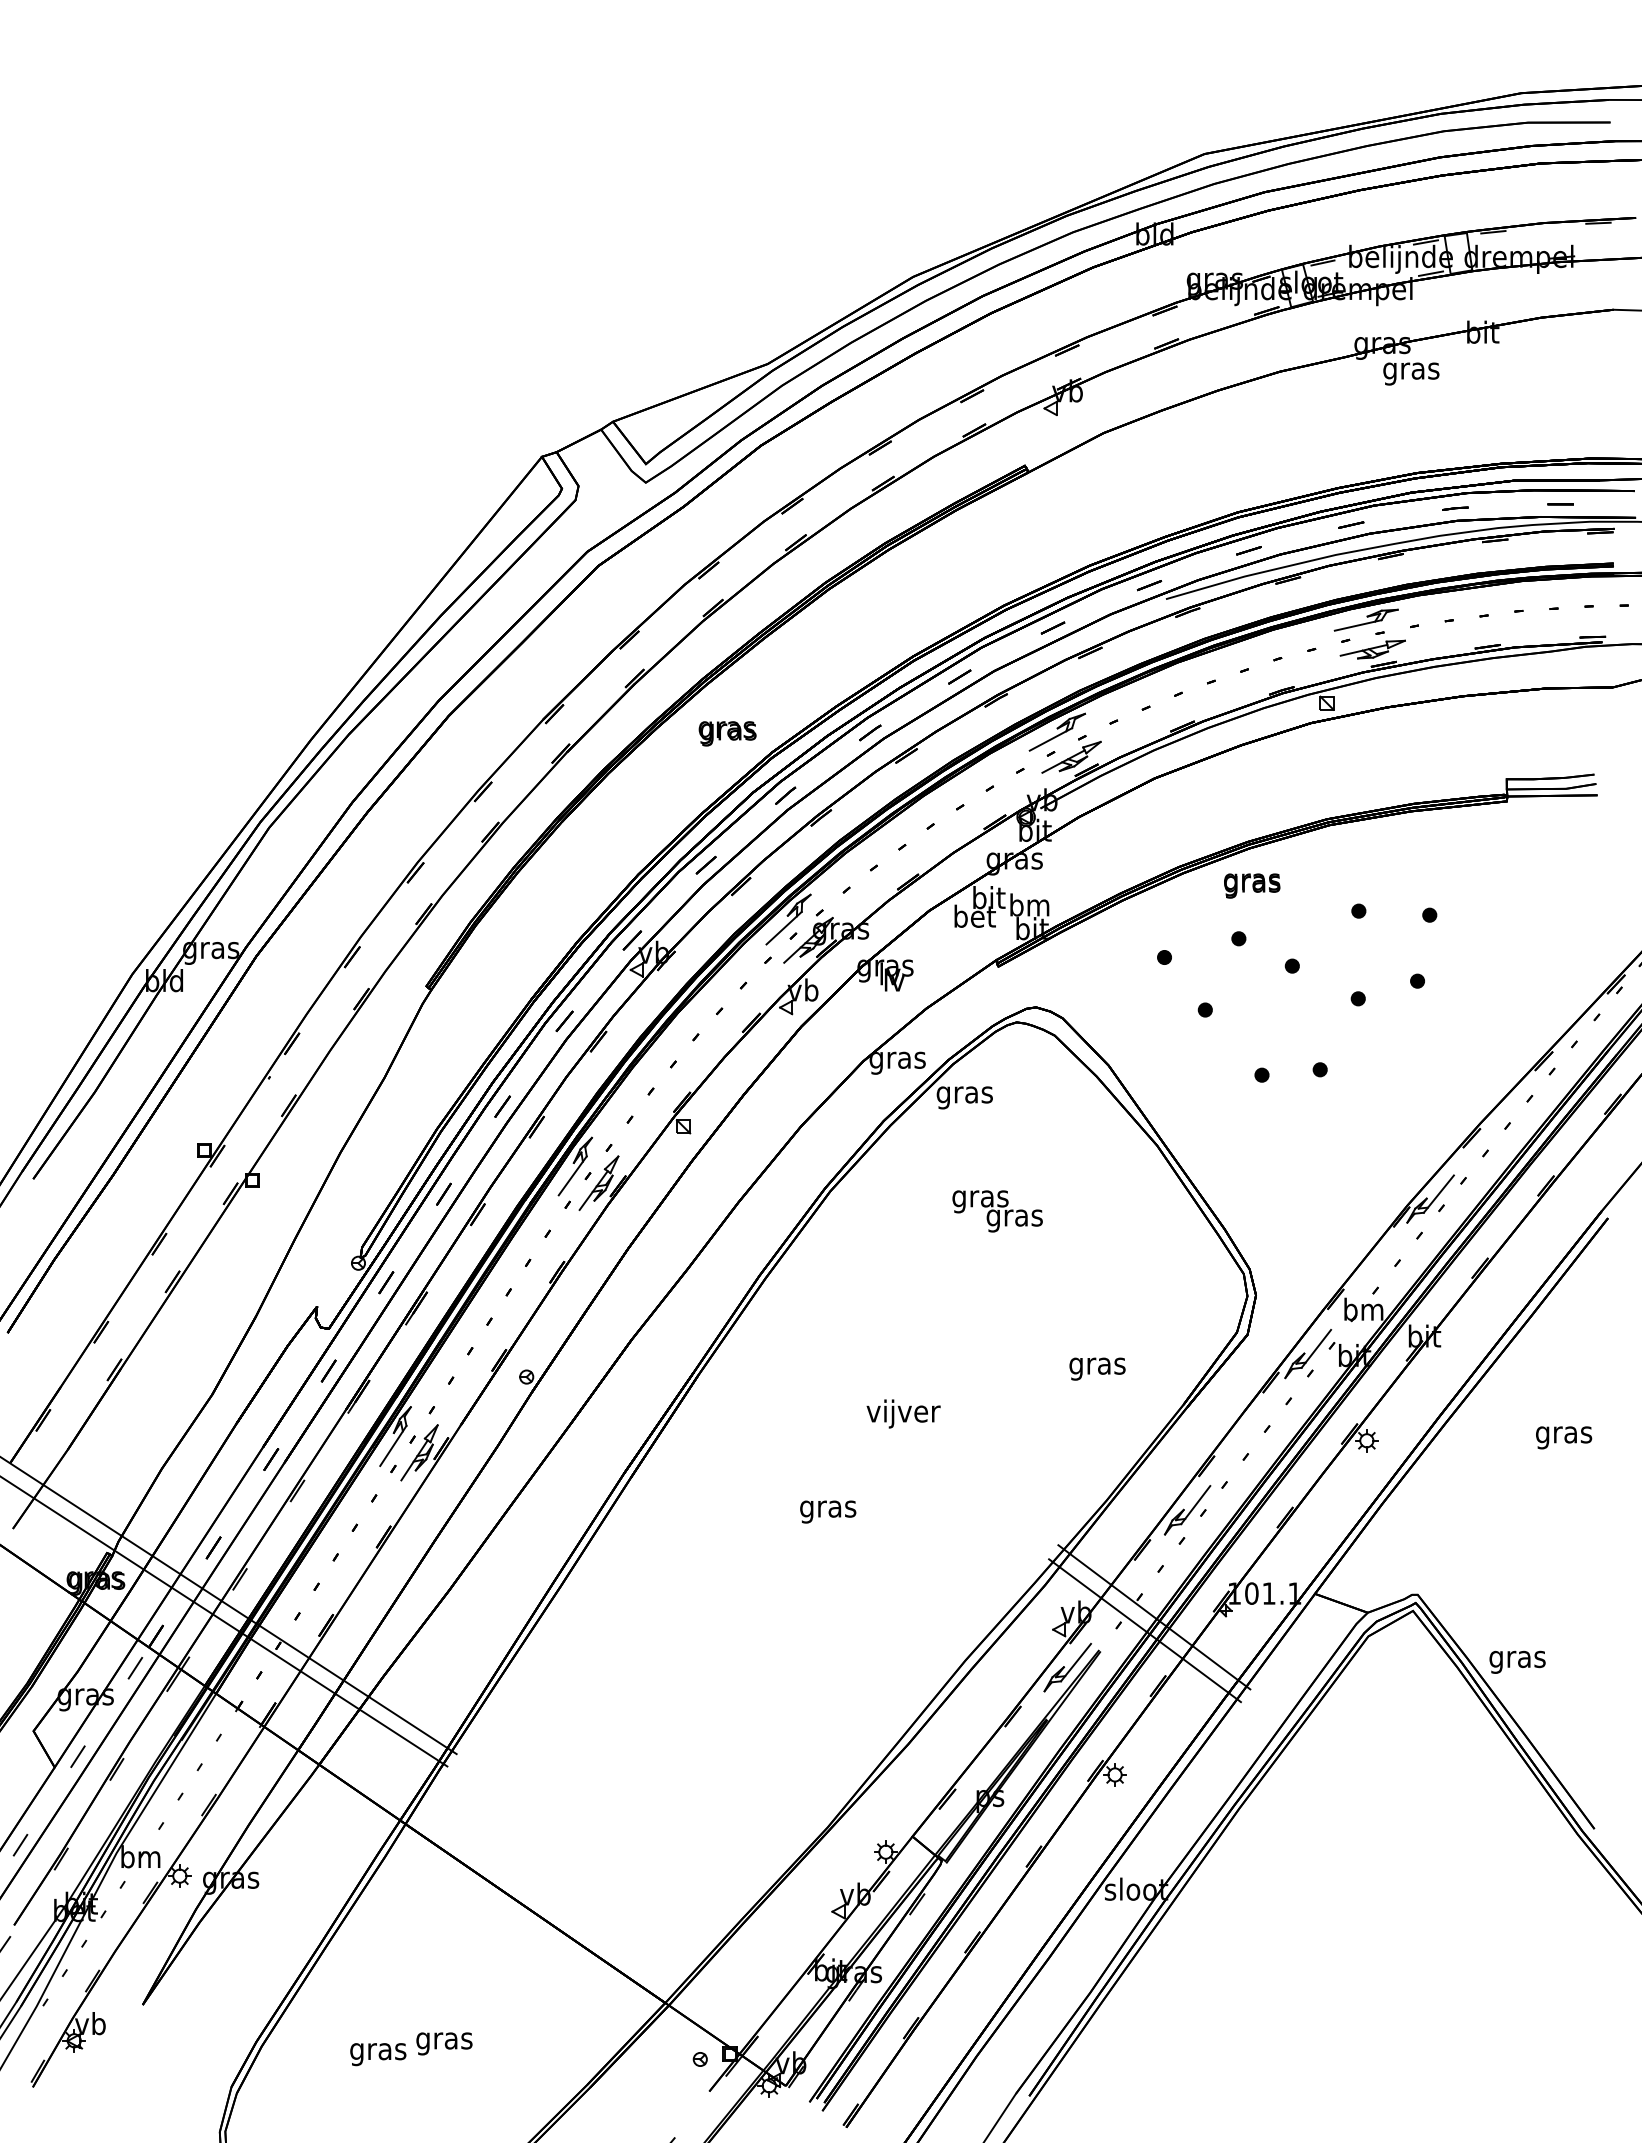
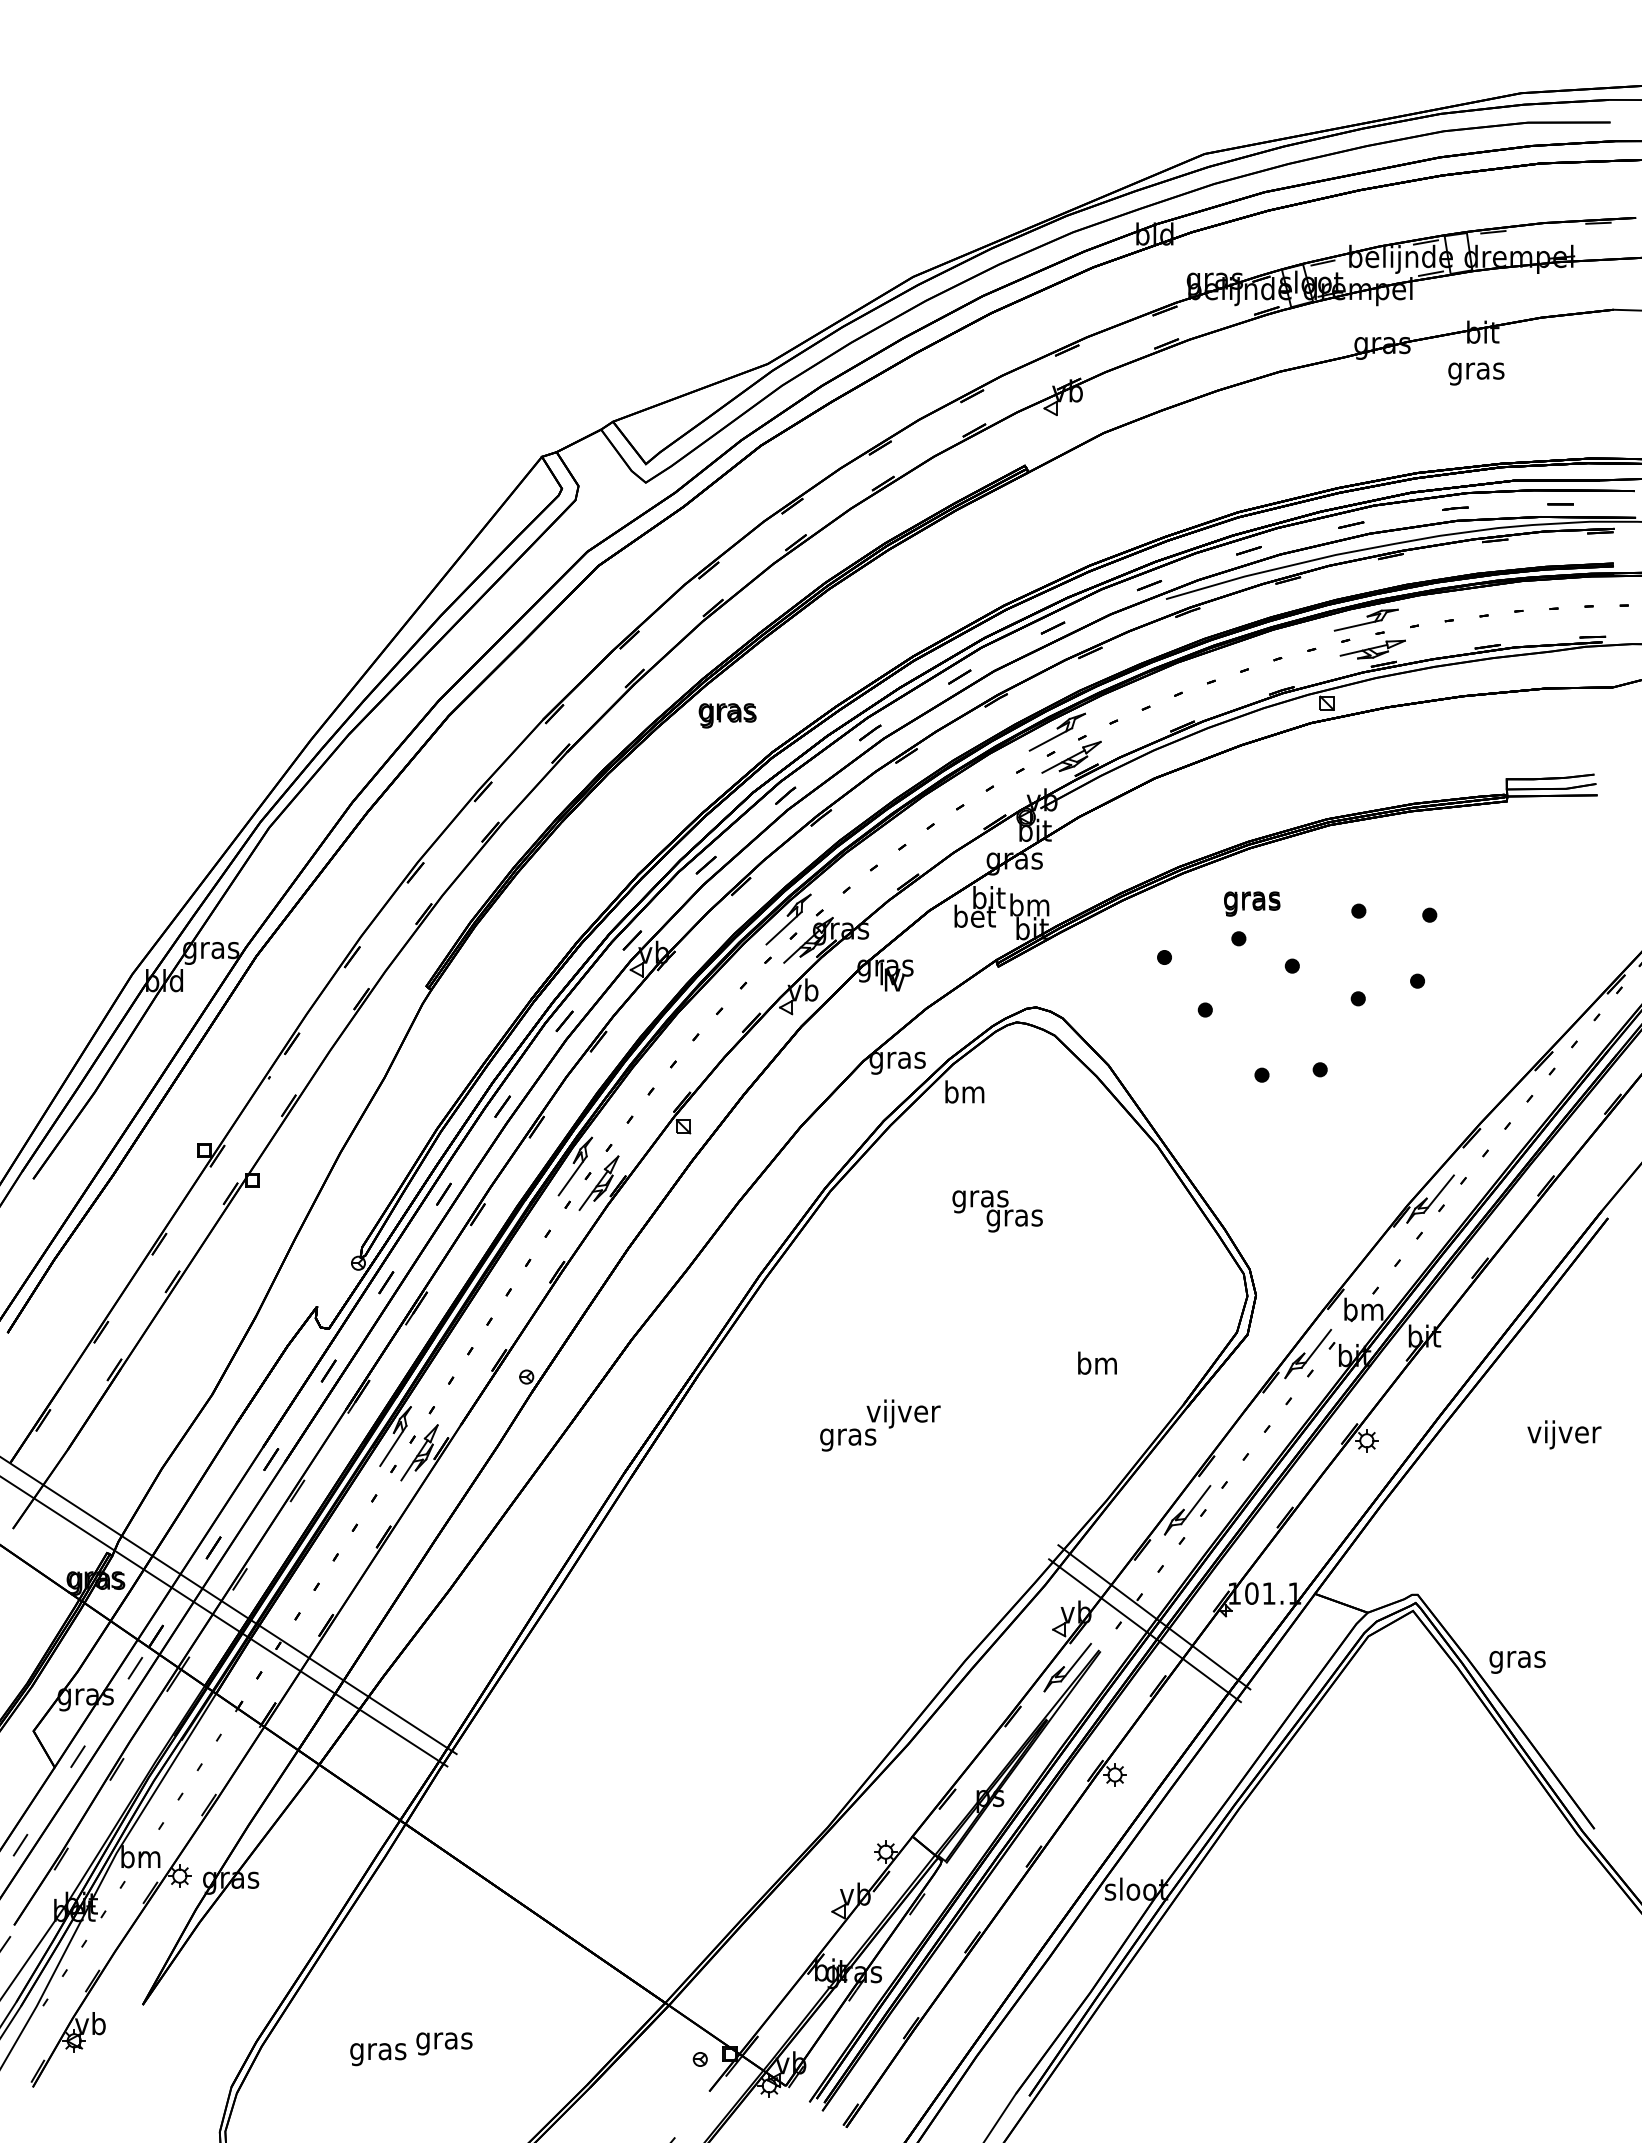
text at (1411, 373) position: (1411, 373) -> (1476, 373)
text at (727, 733) position: (727, 733) -> (727, 715)
text at (1252, 885) position: (1252, 885) -> (1252, 903)
text at (964, 1094): gras -> bm
text at (1097, 1365): gras -> bm
text at (1564, 1434): gras -> vijver
text at (828, 1511) position: (828, 1511) -> (848, 1439)
